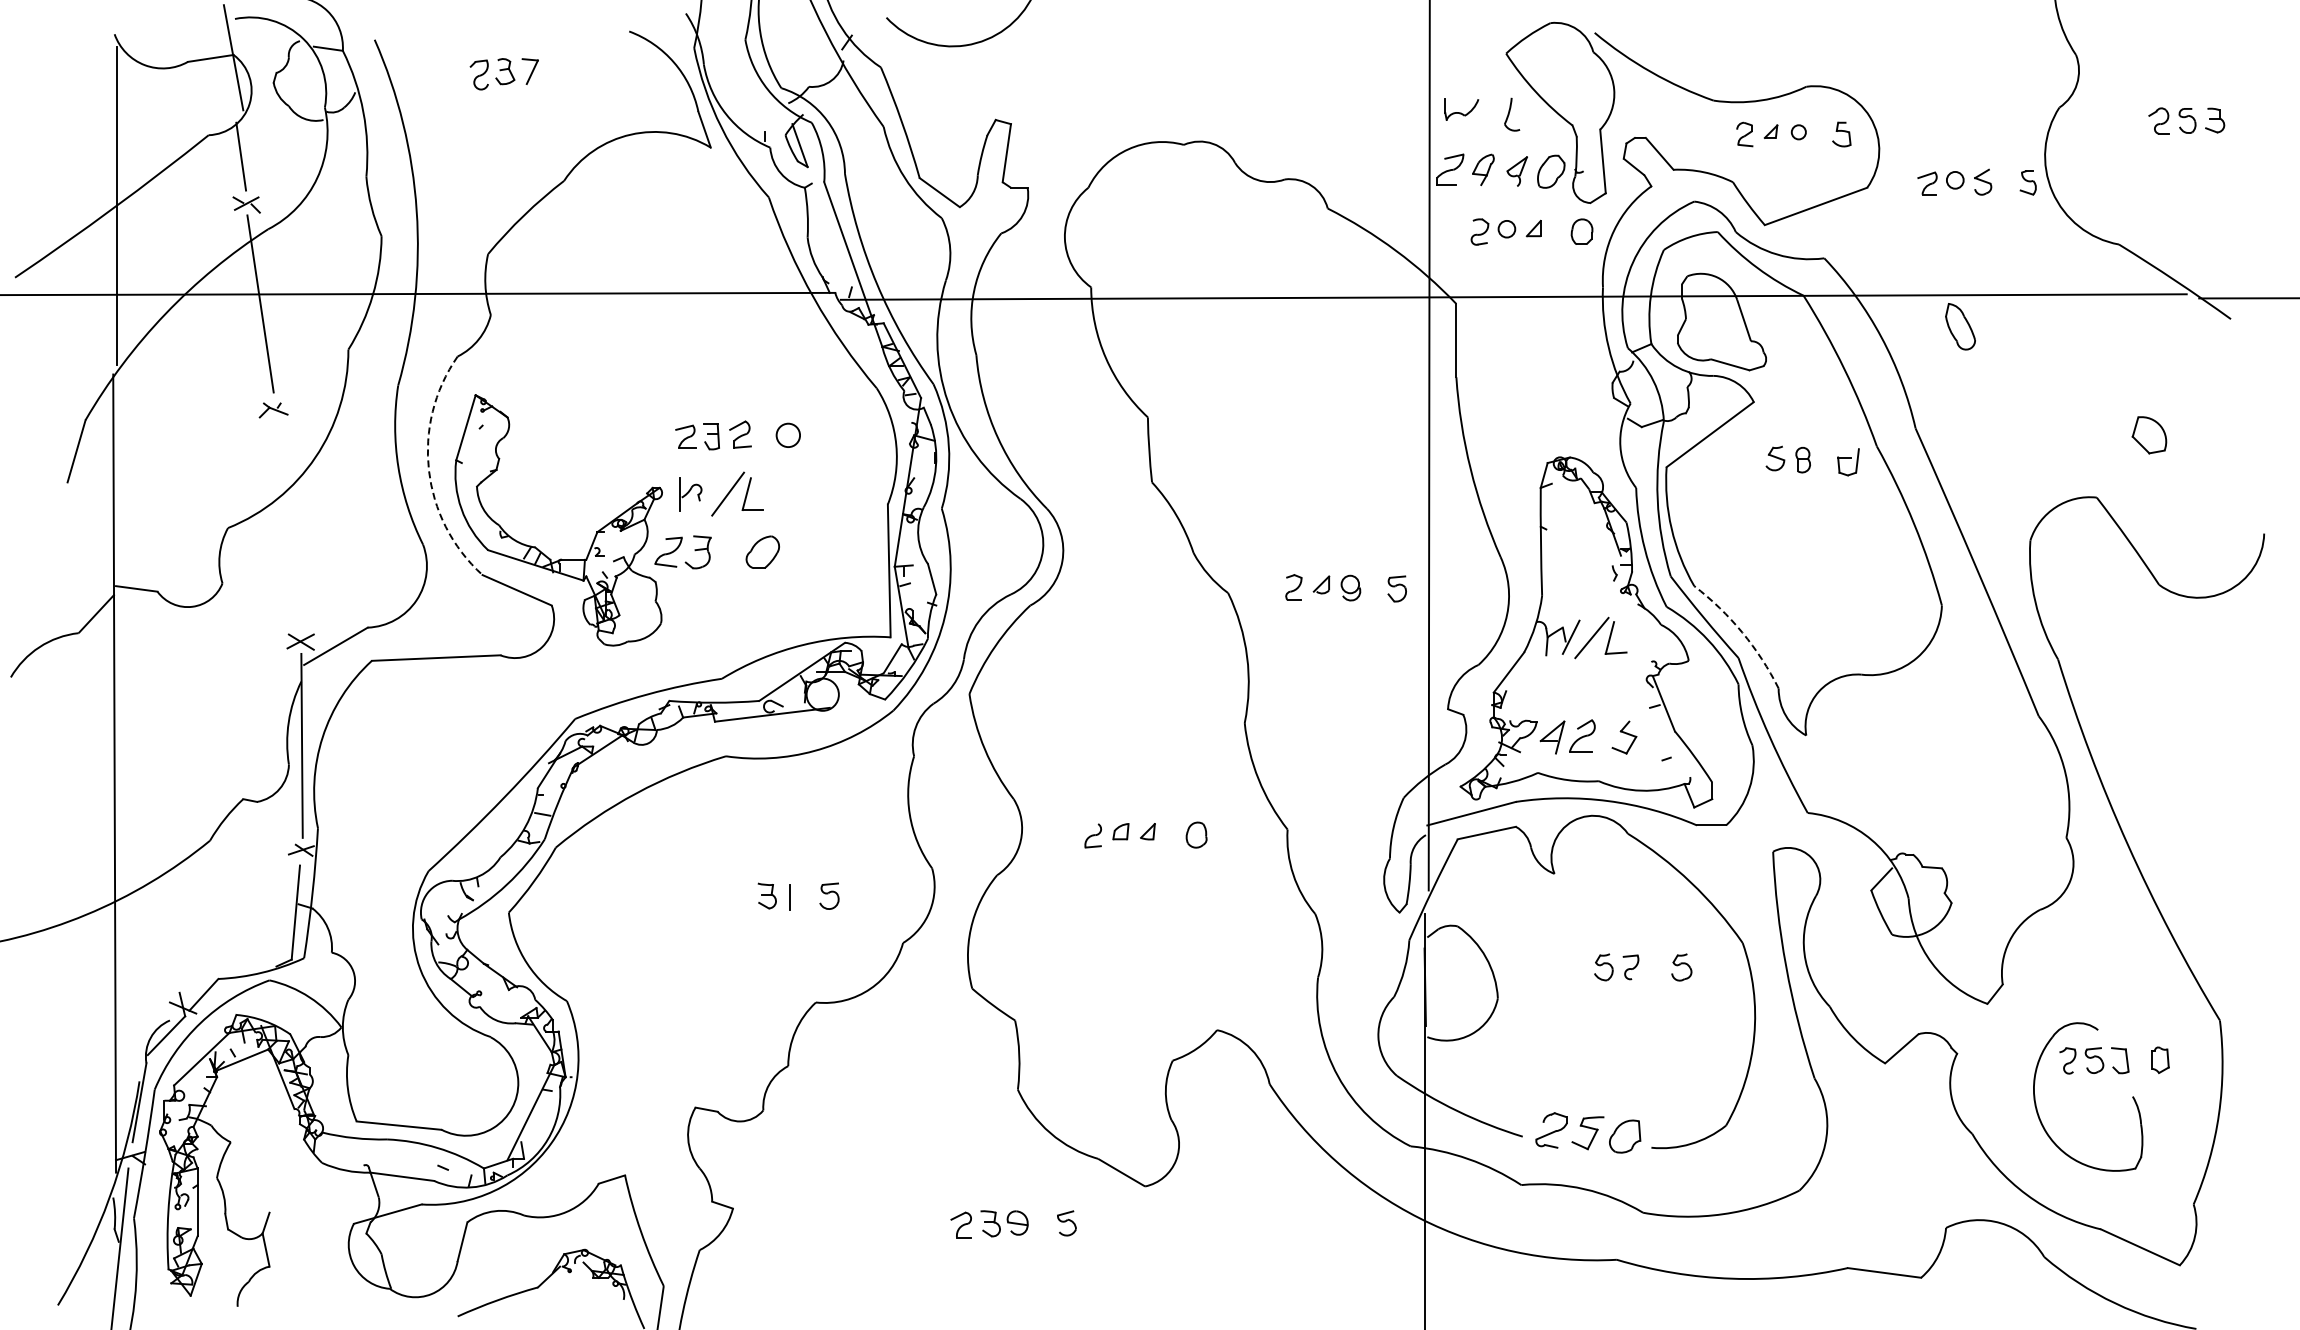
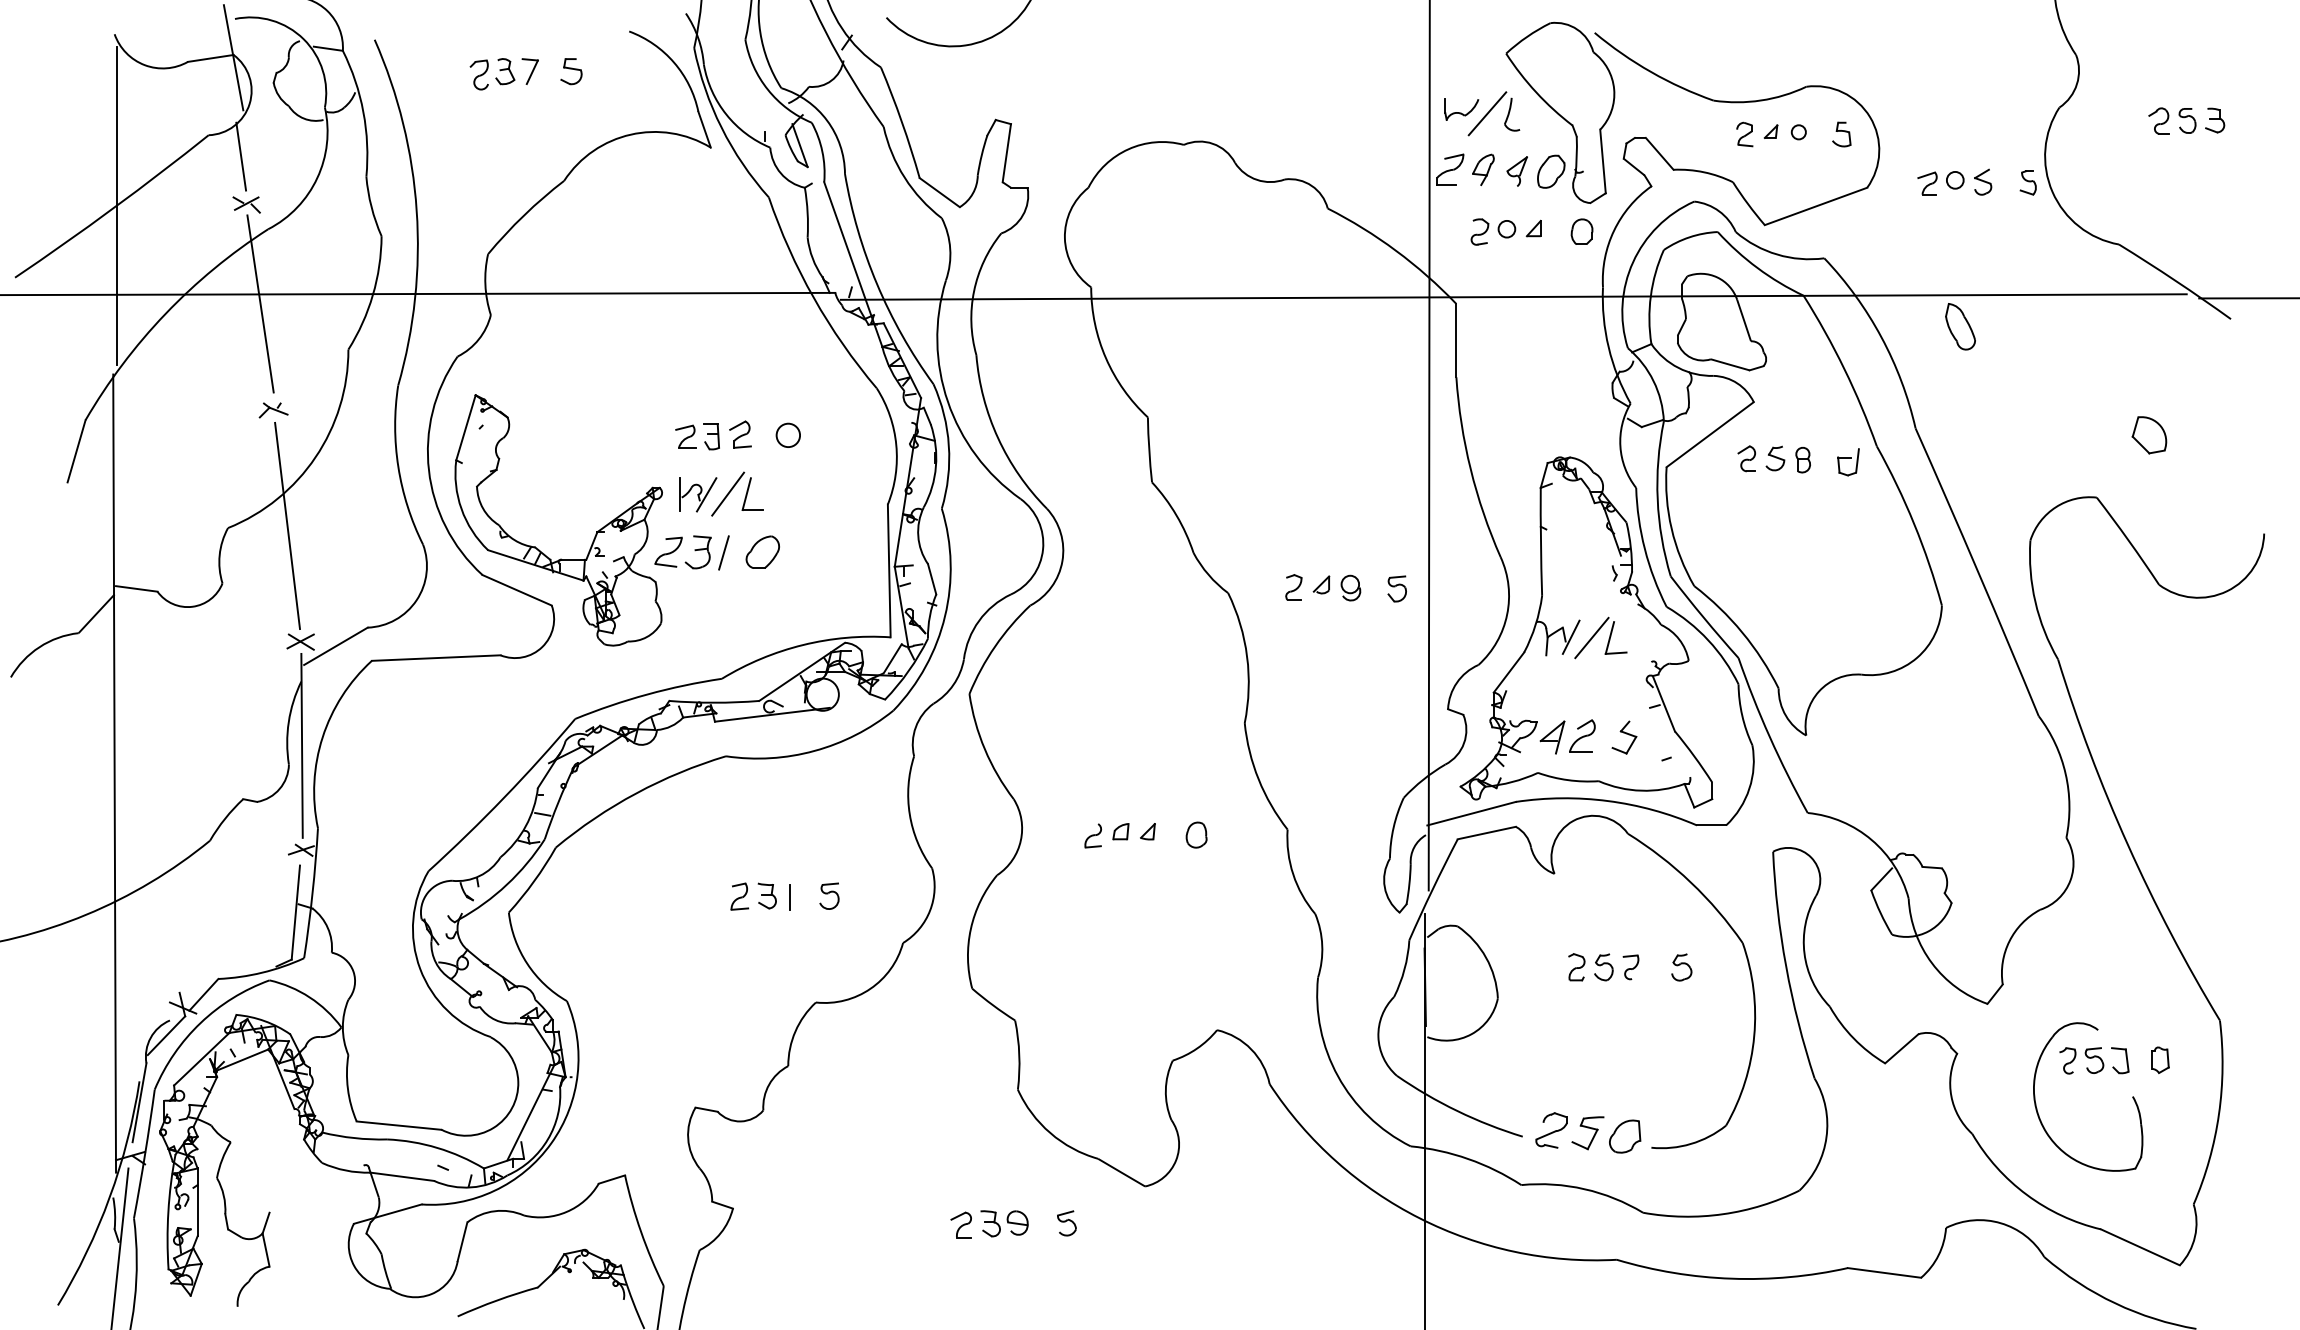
part at (571, 71): none -> present
line at (1487, 113): none -> present
part at (1746, 458): none -> present
arc at (428, 470): dashed -> solid
line at (706, 494): none -> present
line at (287, 525): none -> present
line at (723, 552): none -> present
arc at (1742, 632): dashed -> solid
part at (739, 896): none -> present
part at (1576, 967): none -> present
